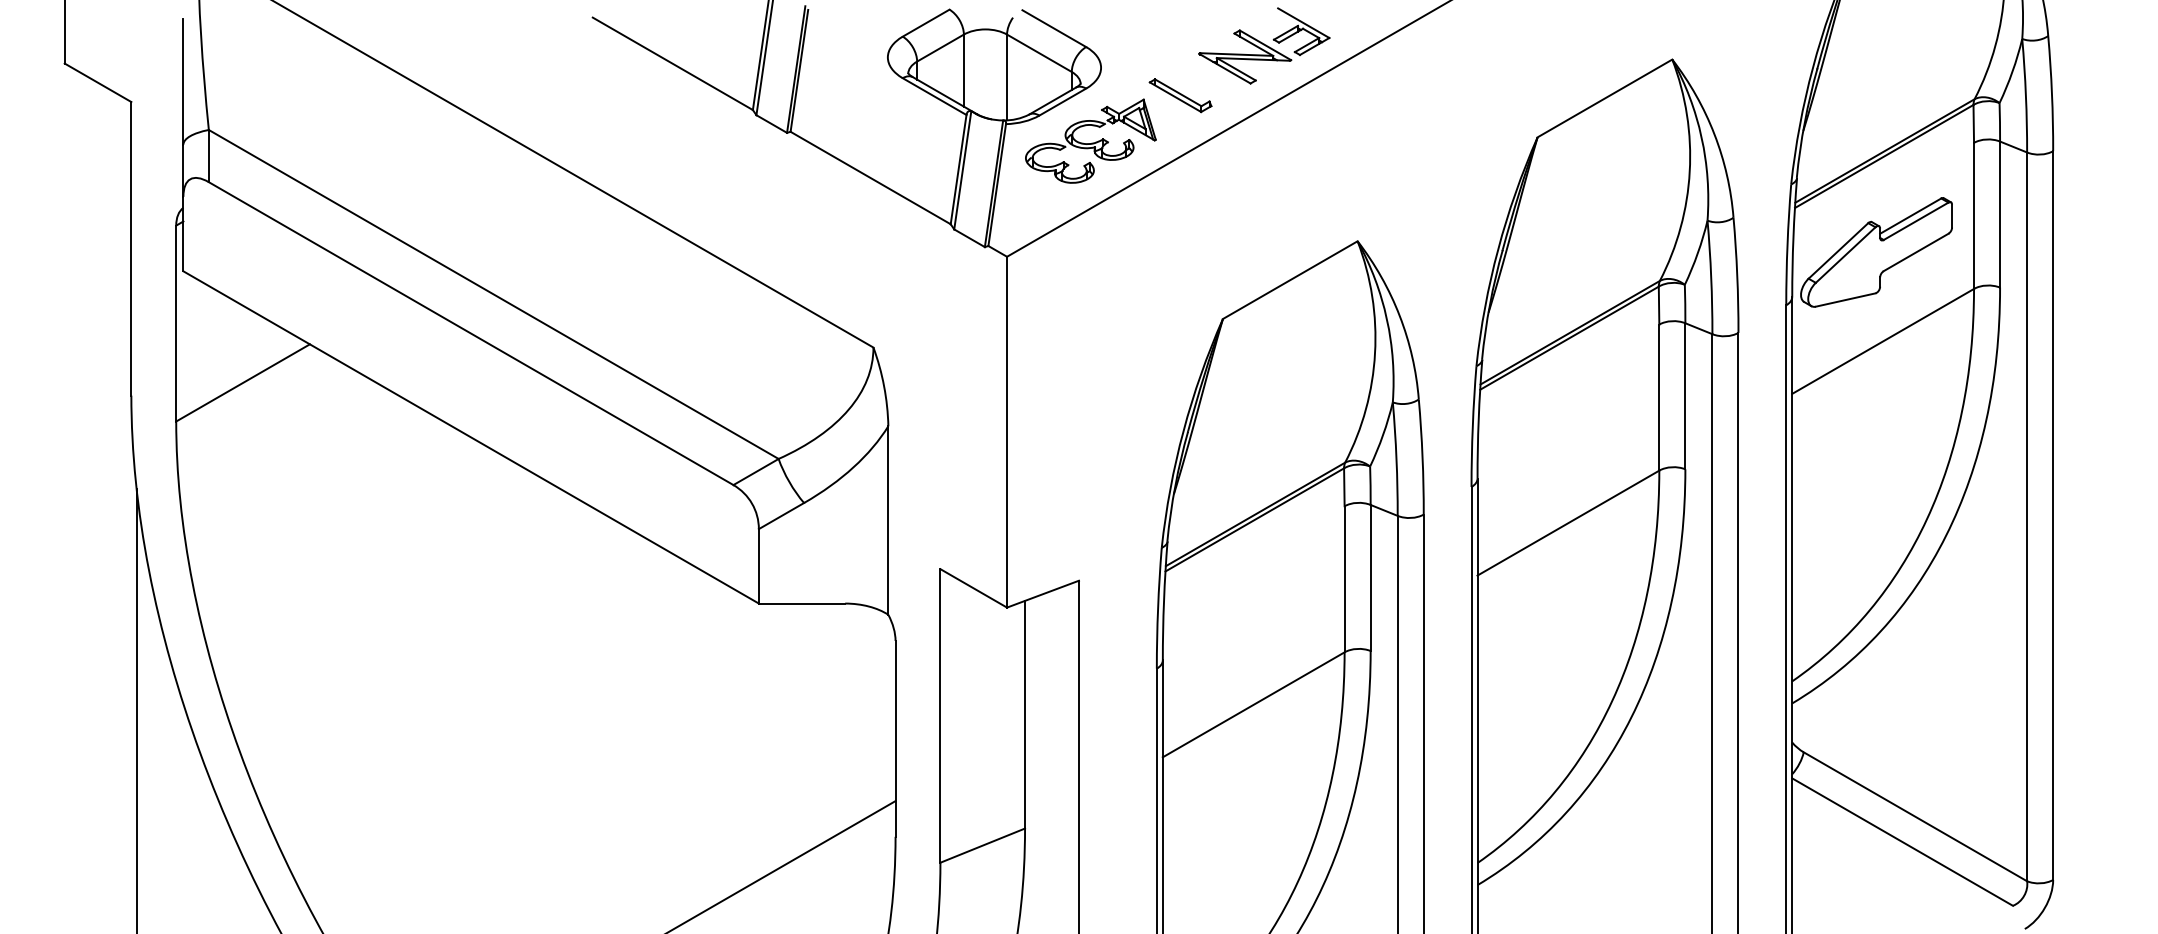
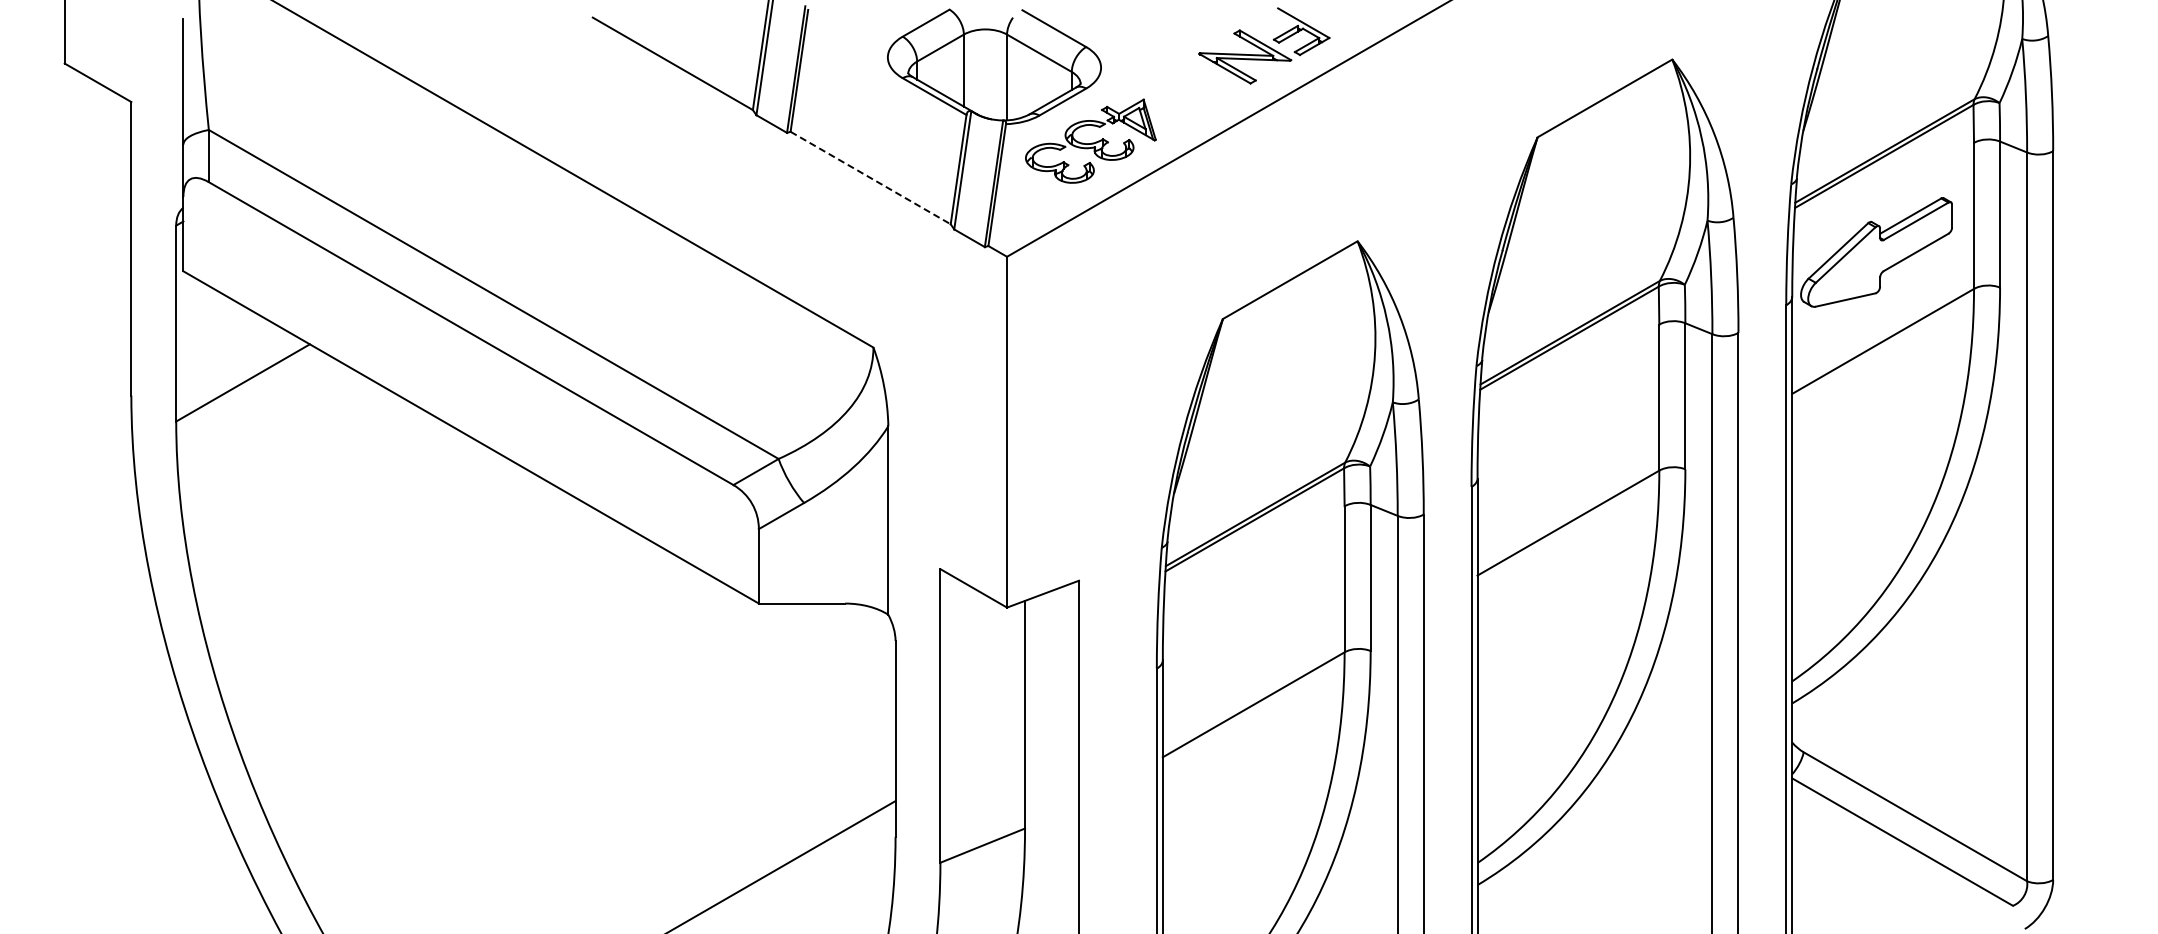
part at (1180, 95): present -> none
line at (871, 178): solid -> dashed
line at (136, 709): present -> none
